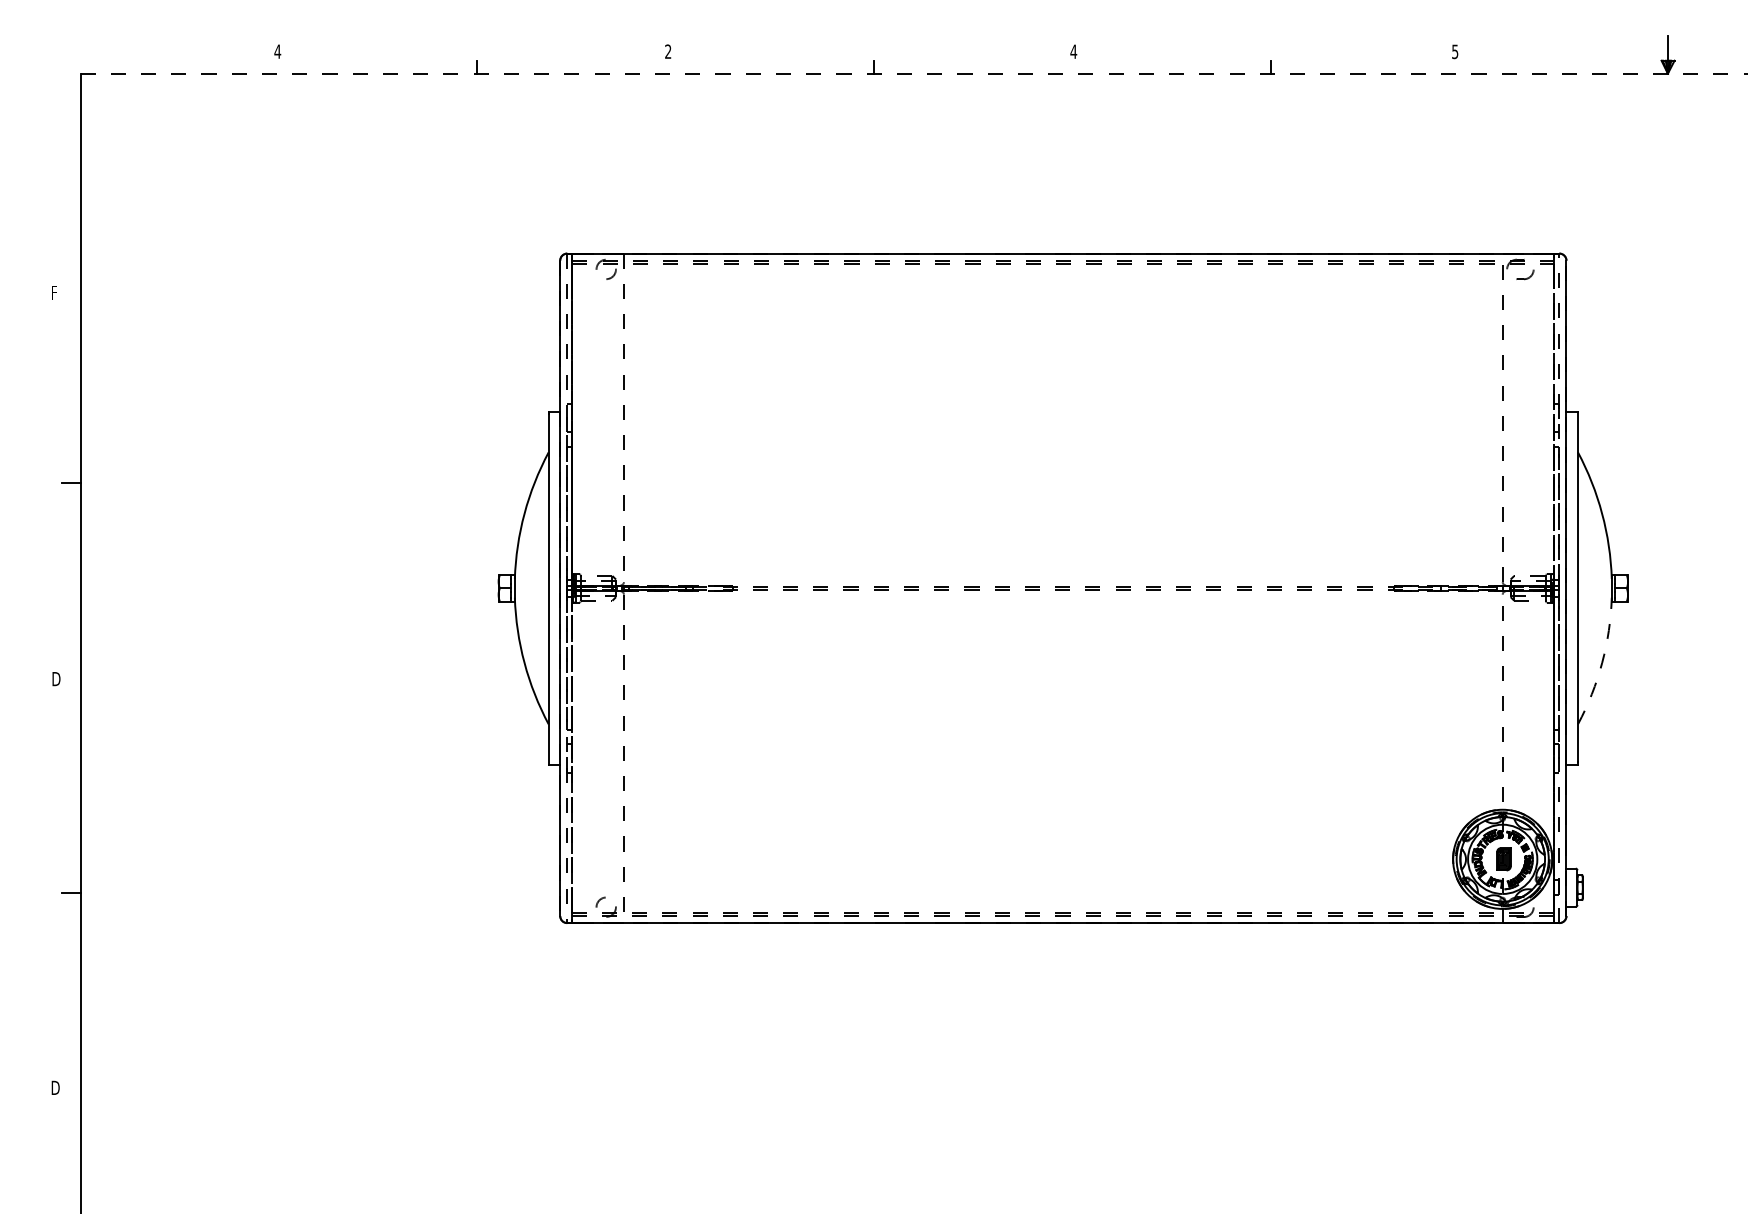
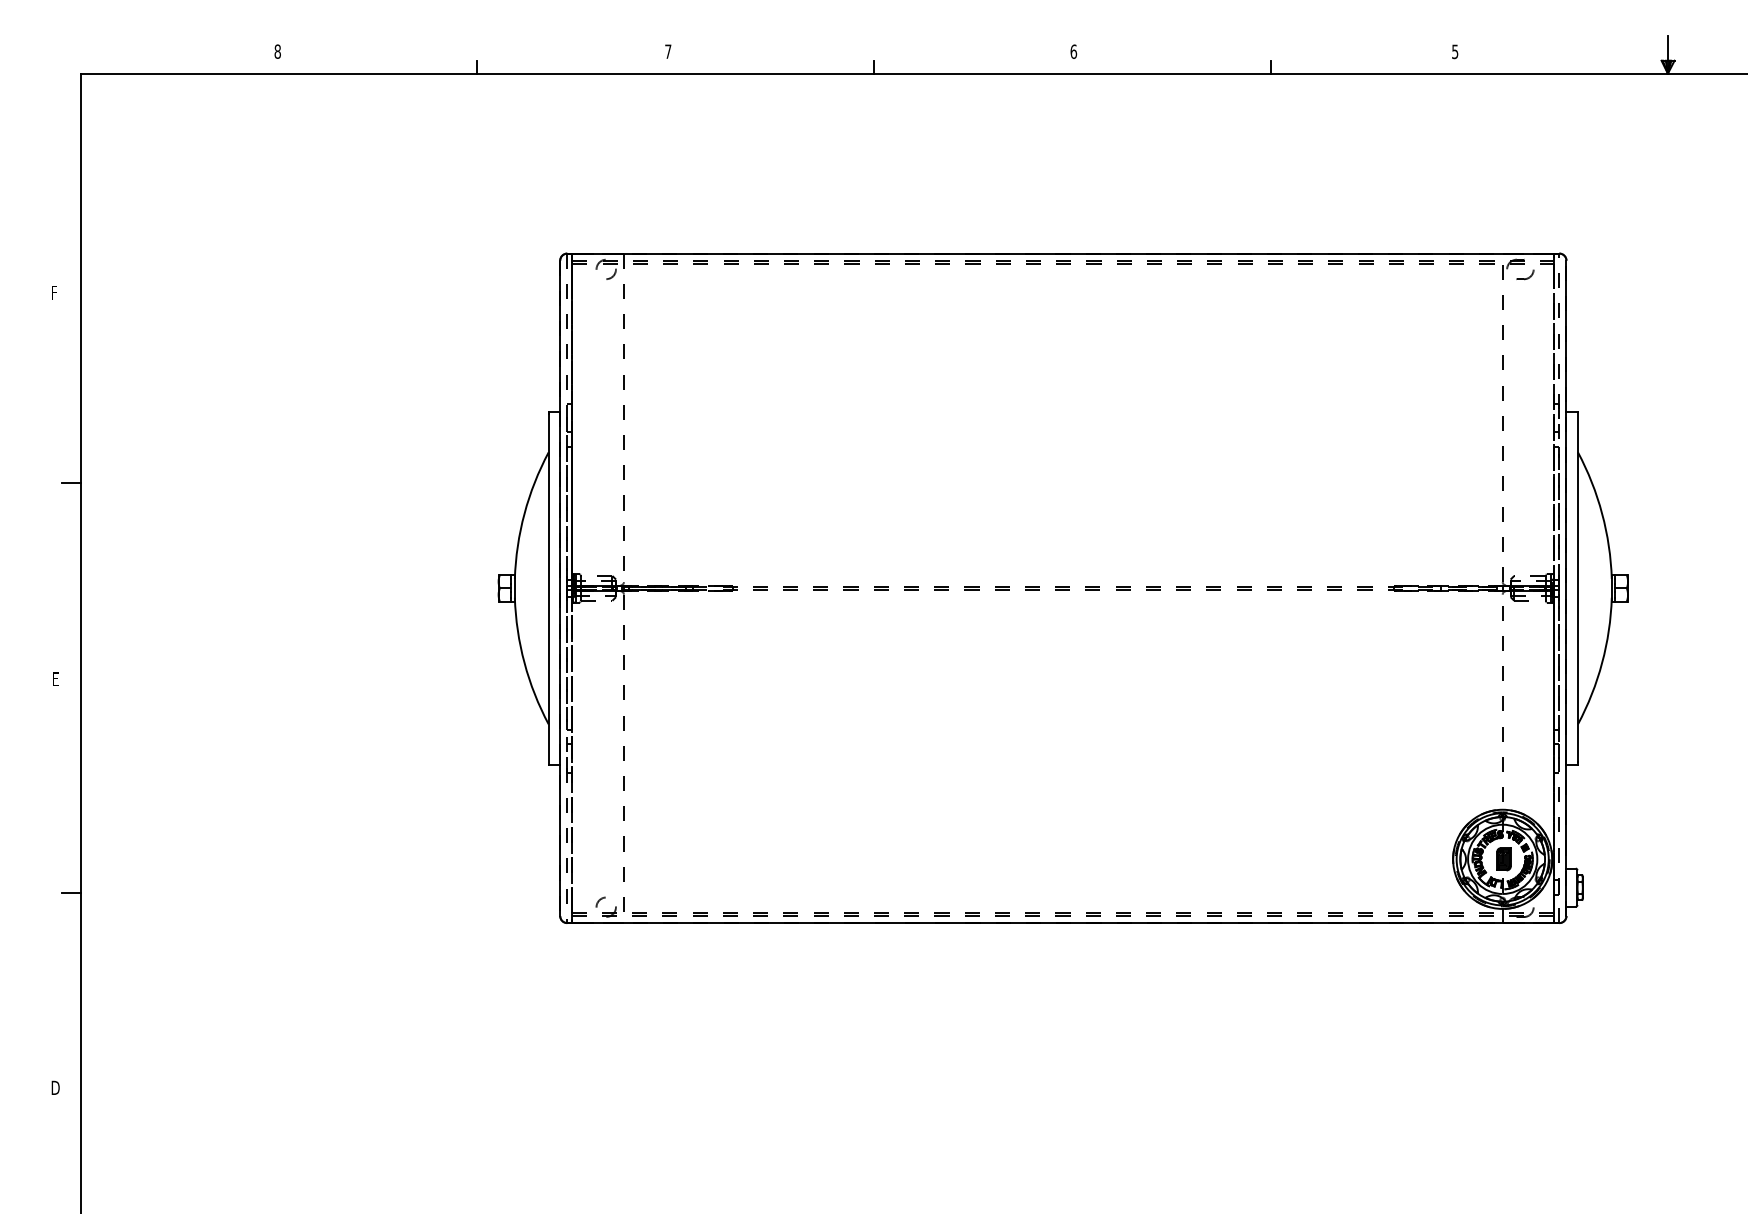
text at (277, 51): 4 -> 8
text at (668, 51): 2 -> 7
text at (1073, 51): 4 -> 6
line at (914, 73): dashed -> solid
arc at (1602, 662): dashed -> solid
text at (56, 679): D -> E
